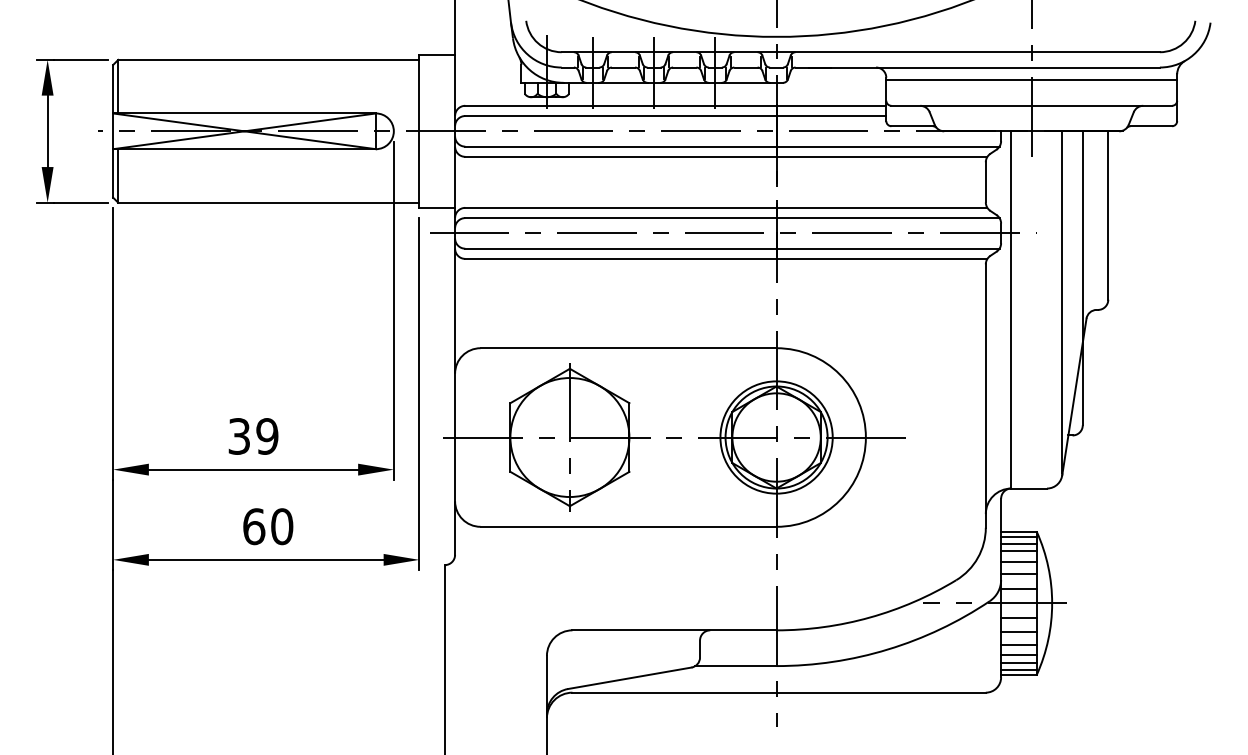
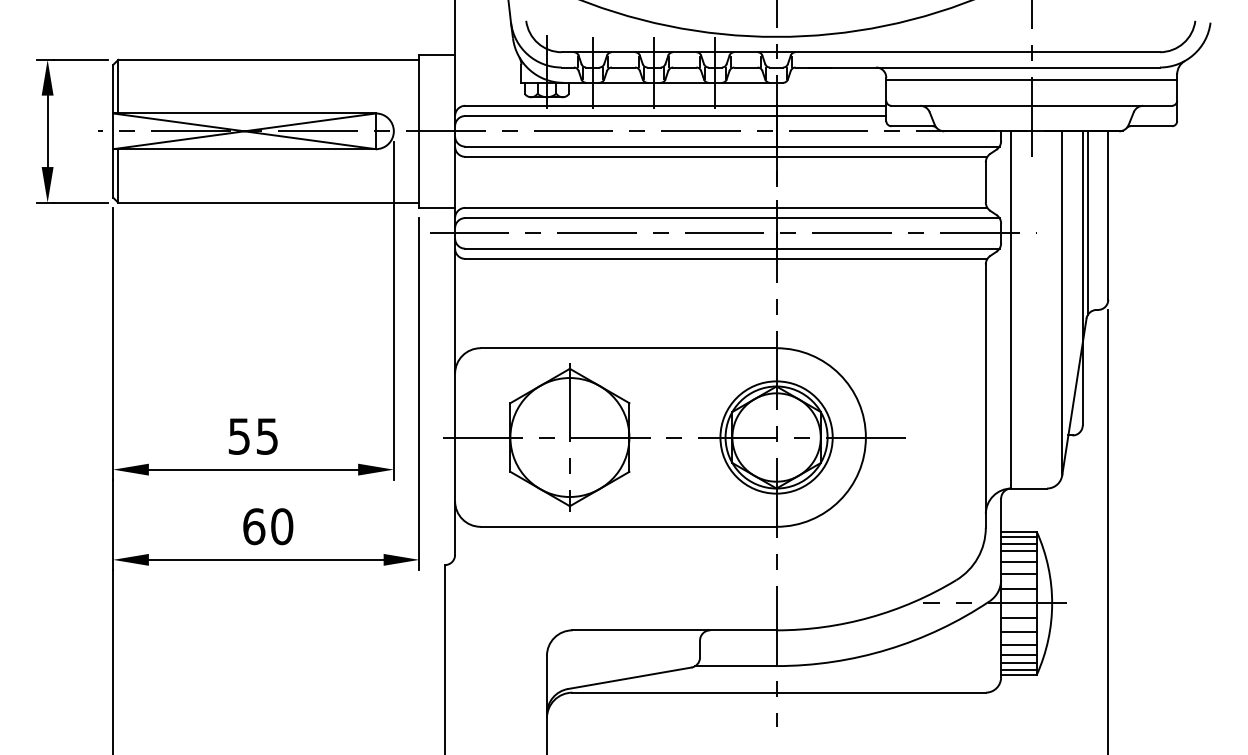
line at (1087, 222): none -> present
text at (253, 436): 39 -> 55
line at (1108, 530): none -> present
